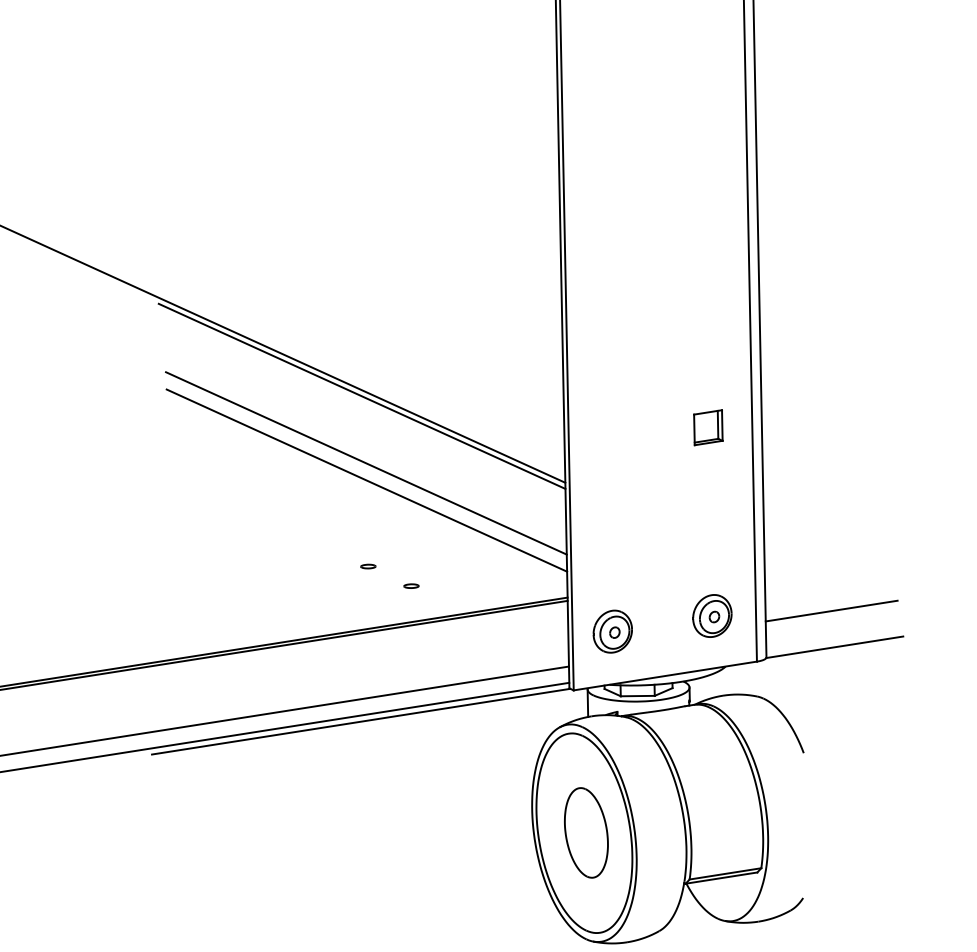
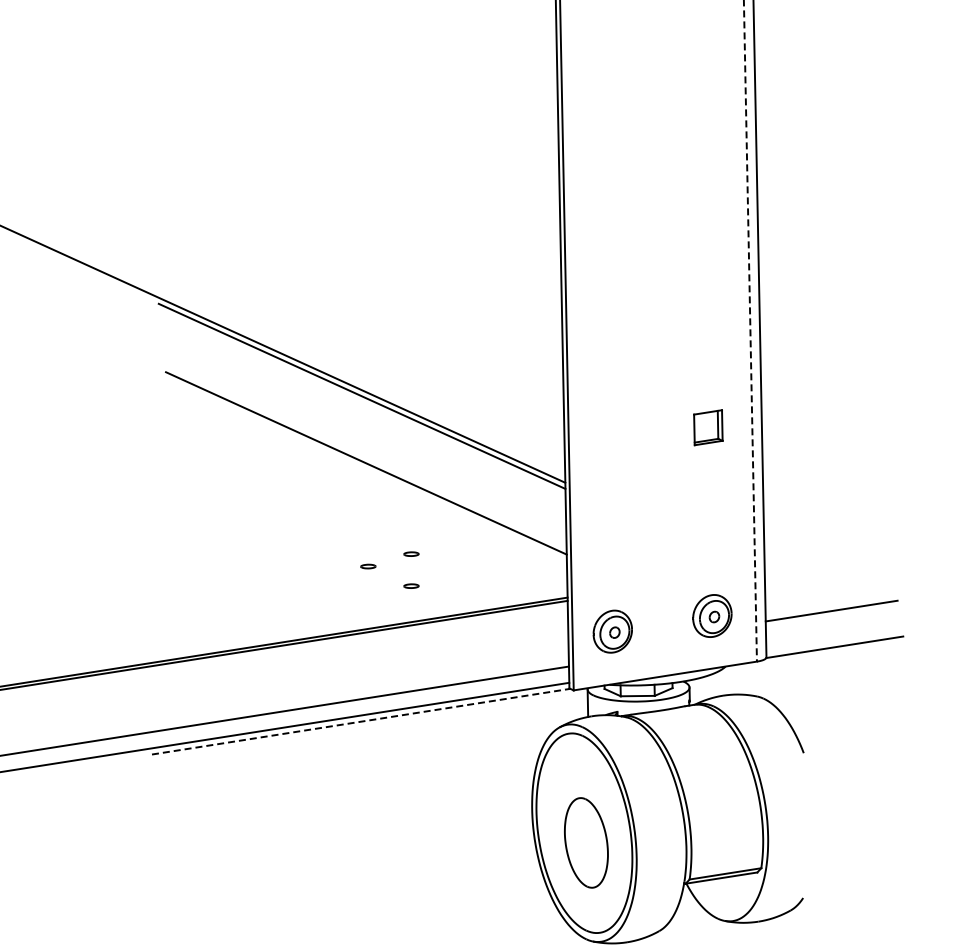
line at (750, 330): solid -> dashed
line at (366, 480): present -> none
part at (411, 553): none -> present
line at (361, 721): solid -> dashed
part at (586, 832) position: (586, 832) -> (586, 842)
